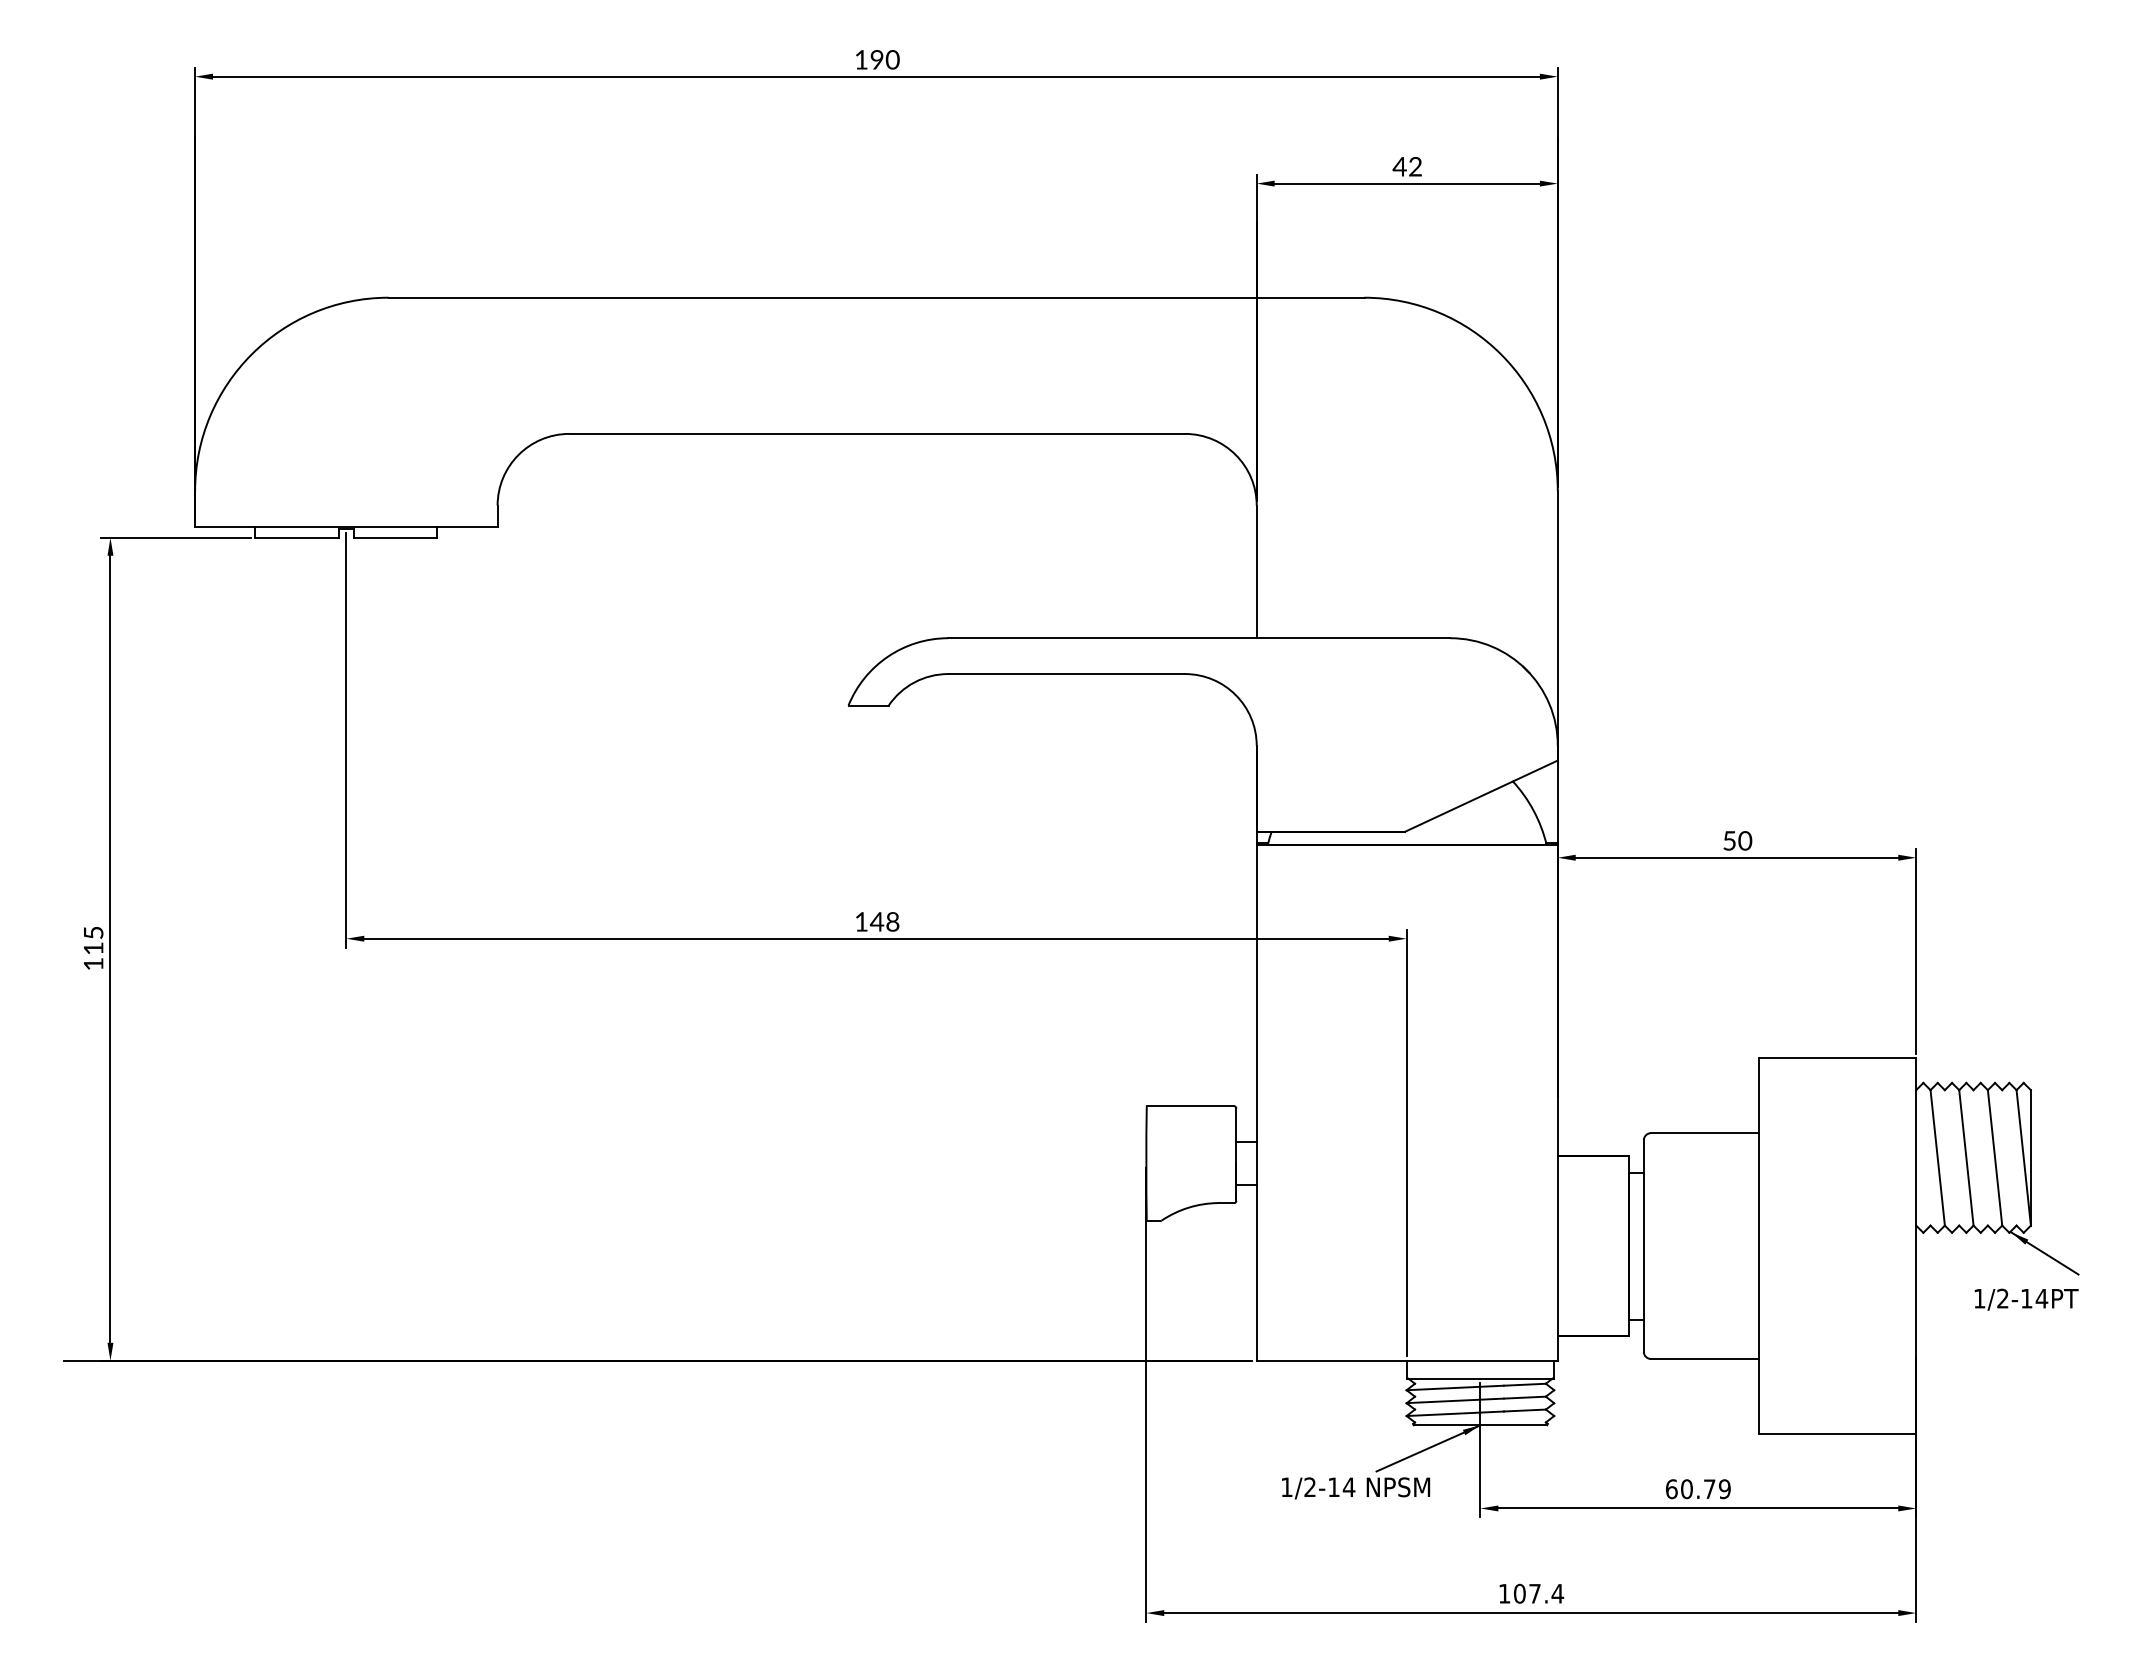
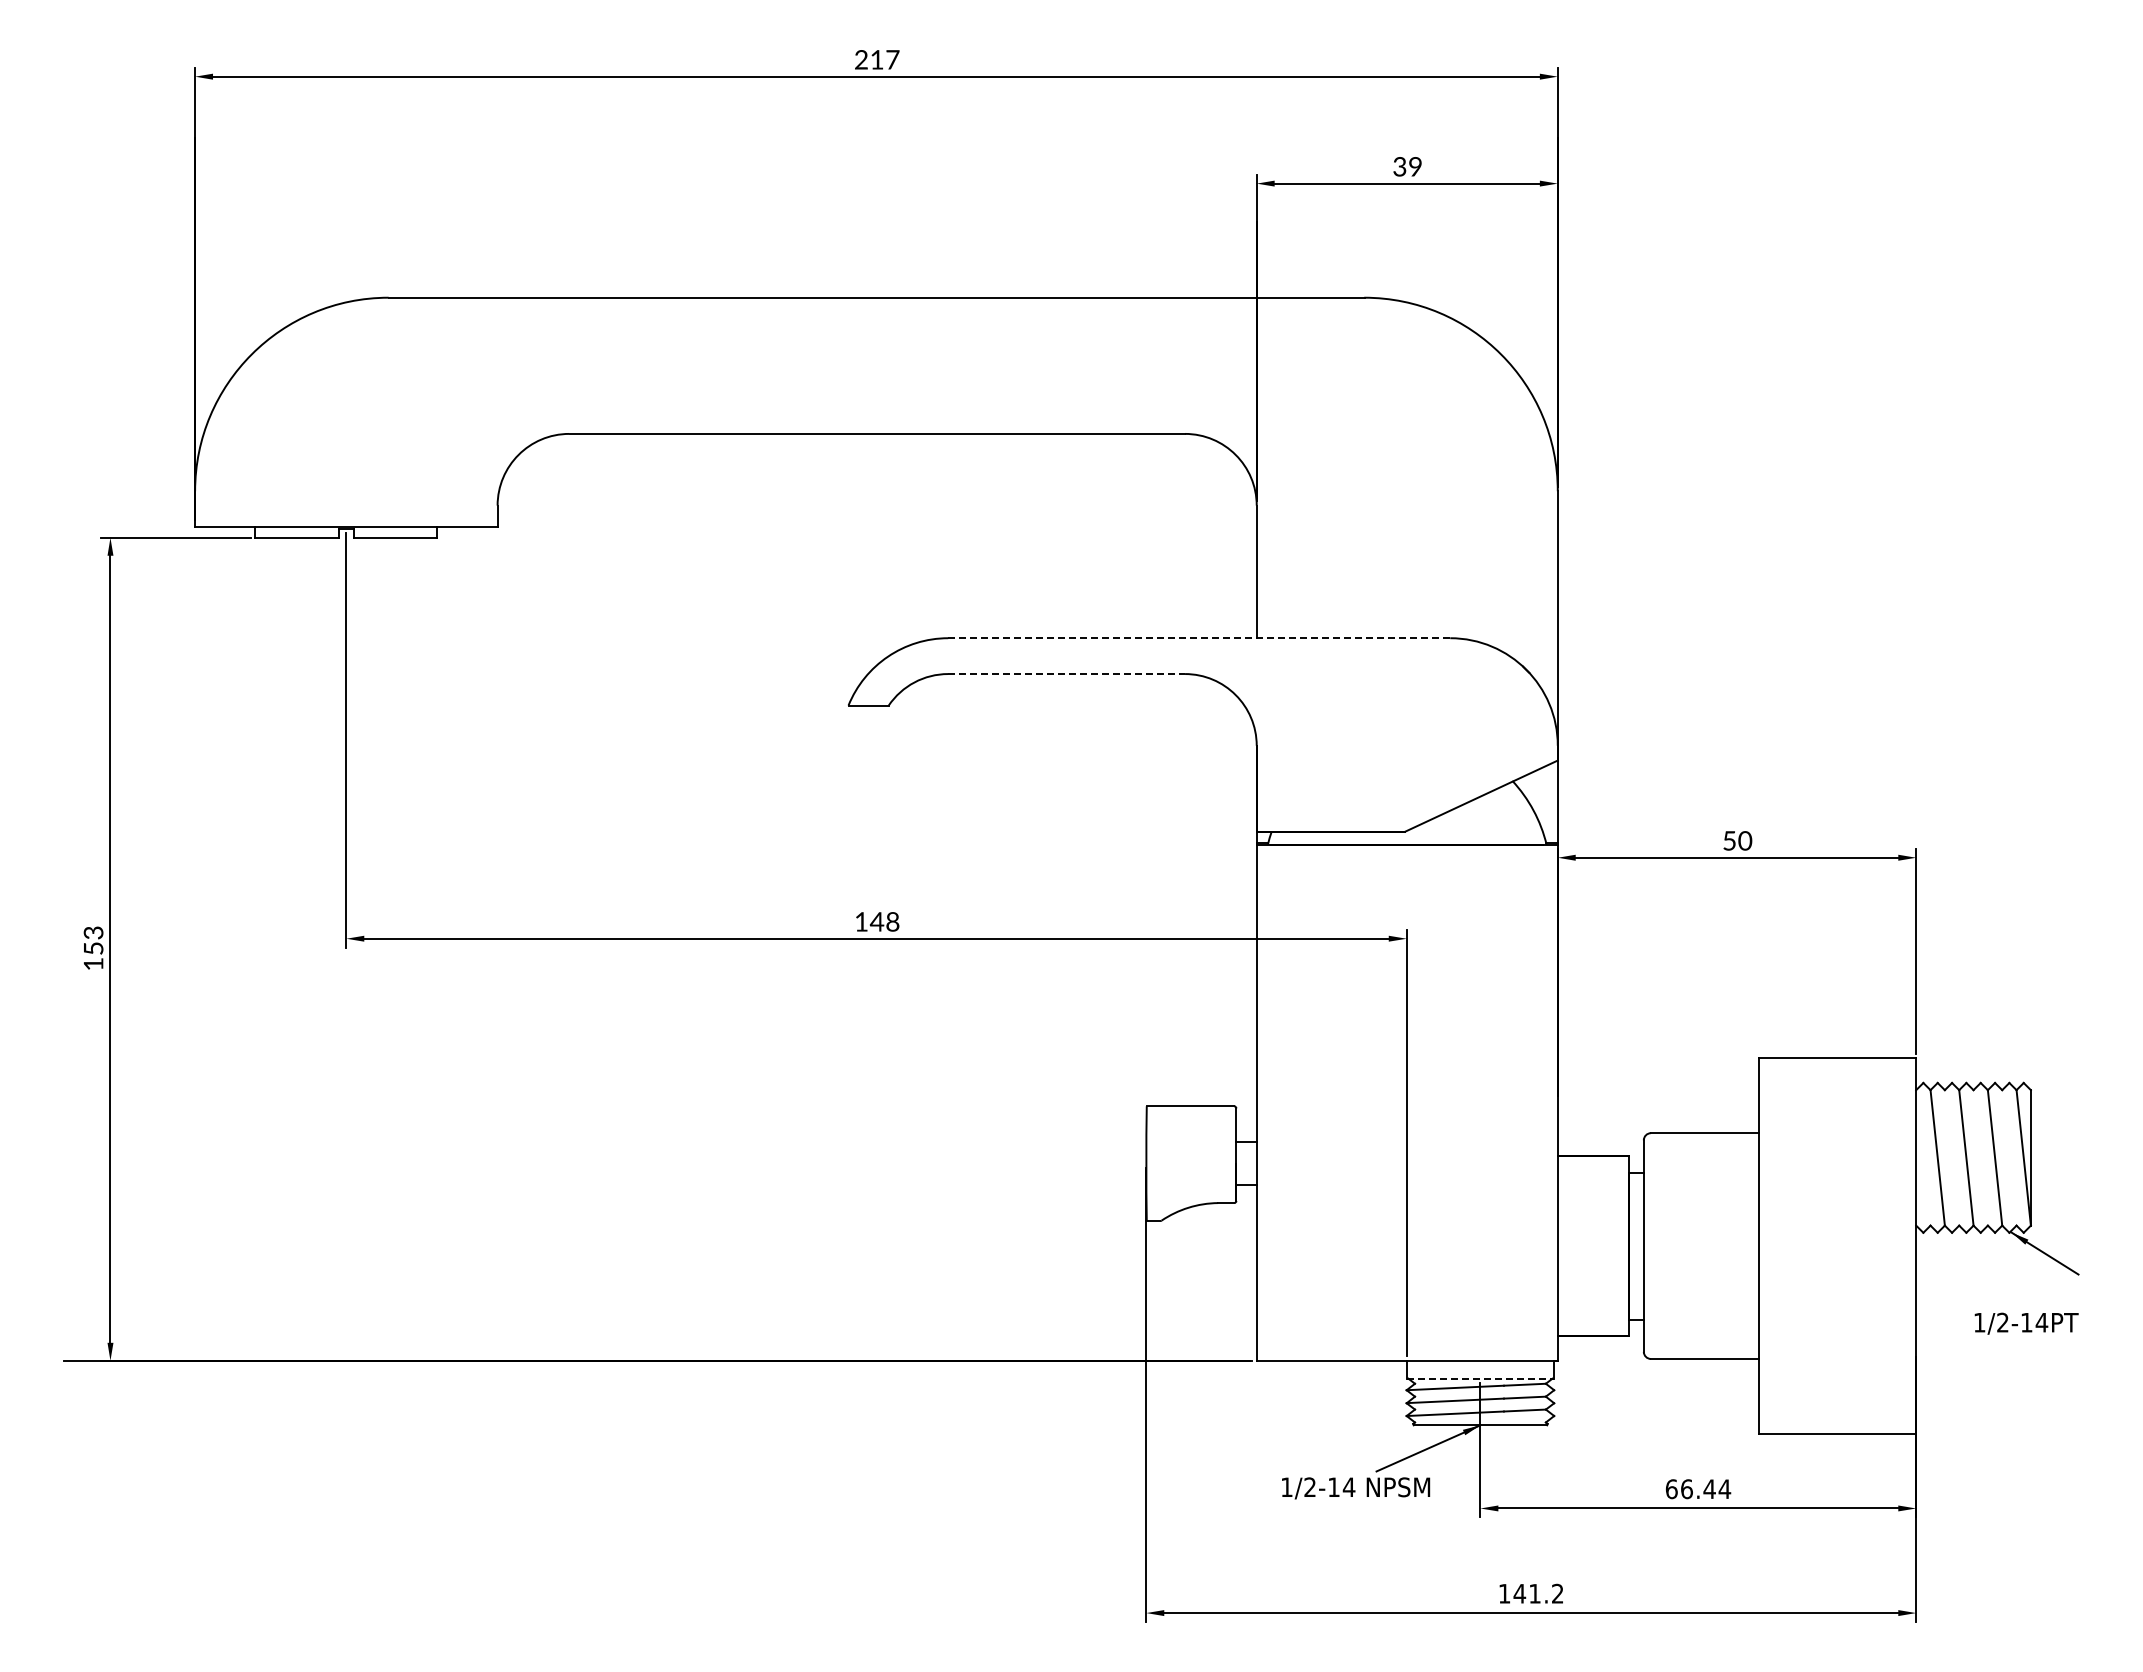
text at (877, 59): 190 -> 217
text at (1406, 166): 42 -> 39
line at (1198, 638): solid -> dashed
line at (1067, 674): solid -> dashed
text at (93, 940): 115 -> 153
text at (2026, 1299) position: (2026, 1299) -> (2026, 1323)
line at (1480, 1378): solid -> dashed
text at (1706, 1489): 60.79 -> 66.44
text at (1538, 1593): 107.4 -> 141.2
